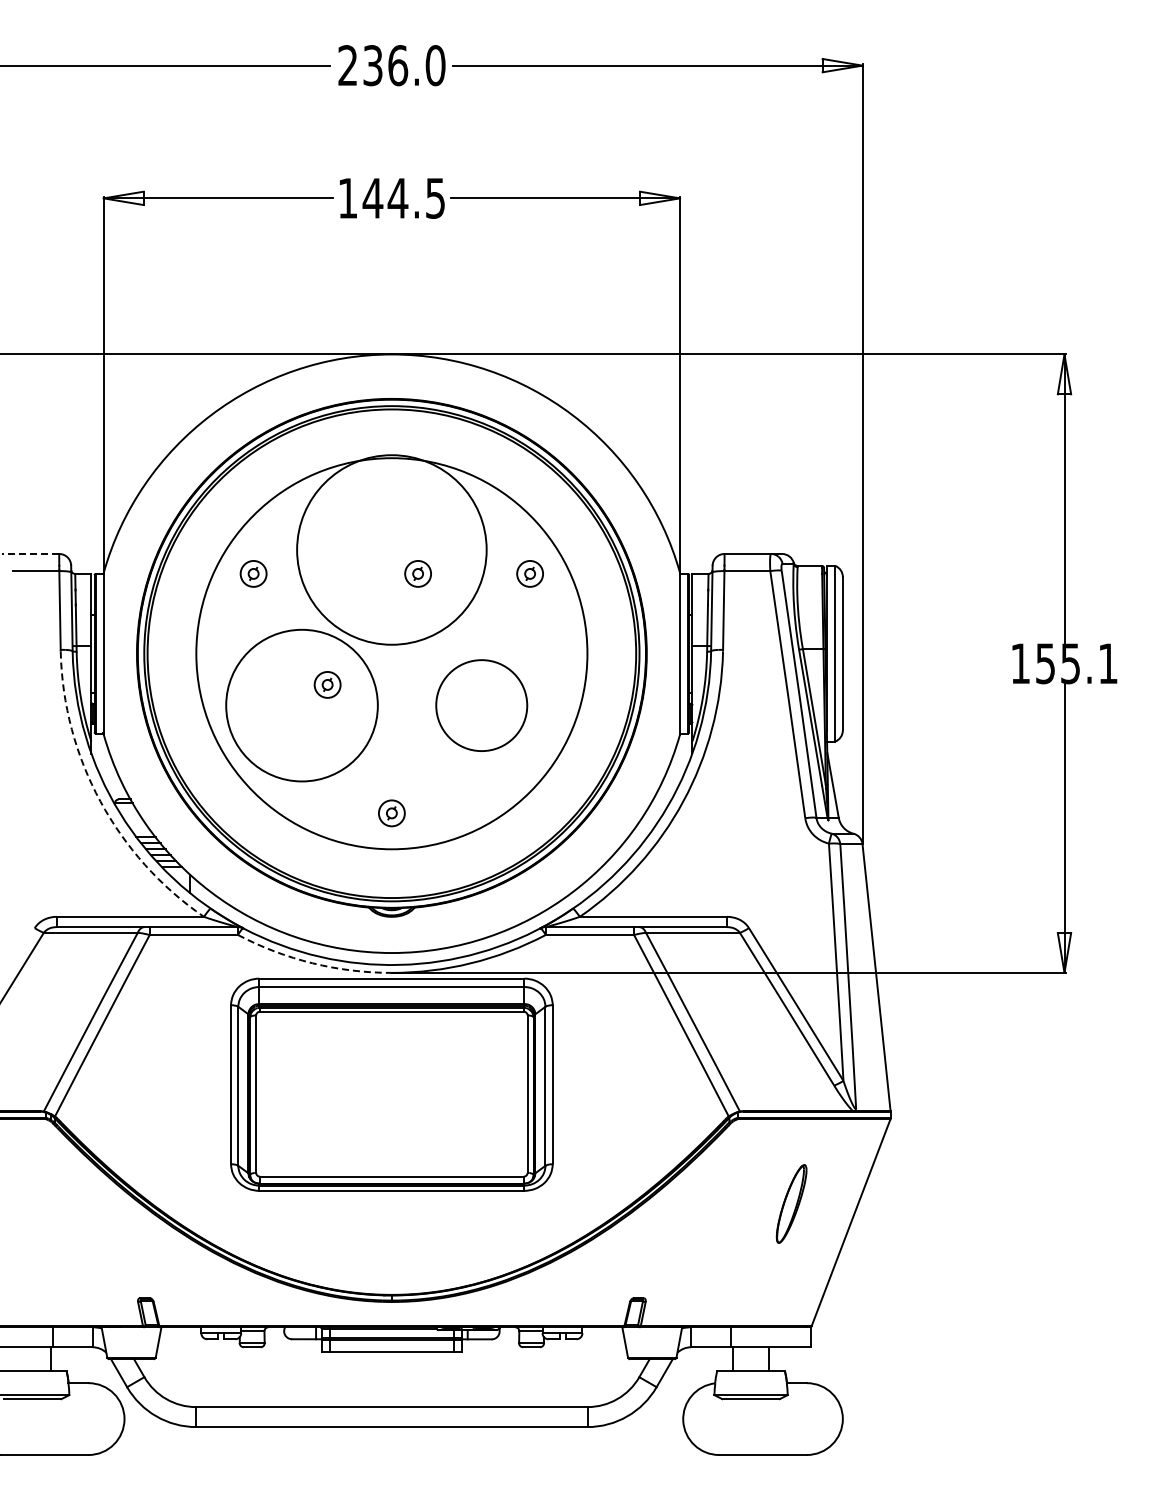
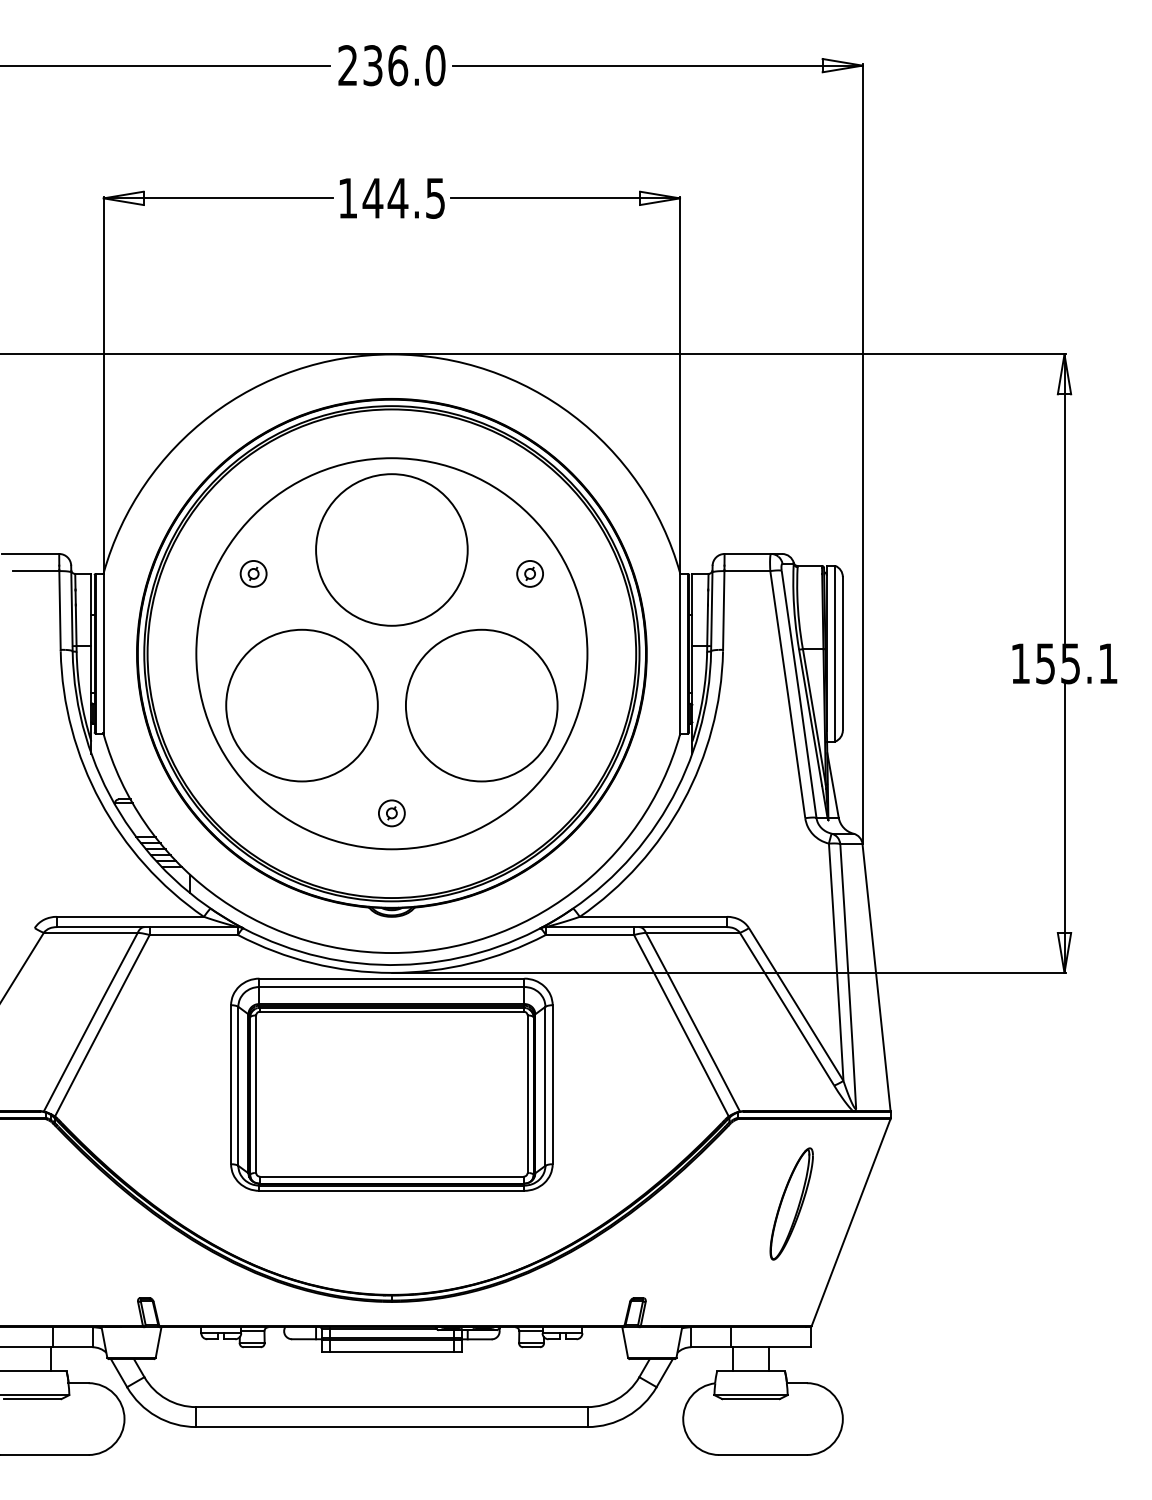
circle at (391, 549) diameter: 190 px -> 152 px
line at (30, 553): dashed -> solid
part at (417, 573): present -> none
part at (327, 684): present -> none
circle at (481, 705) diameter: 91 px -> 152 px
arc at (100, 801): dashed -> solid
arc at (312, 963): dashed -> solid
part at (791, 1203) size: 33x80 px -> 45x114 px
